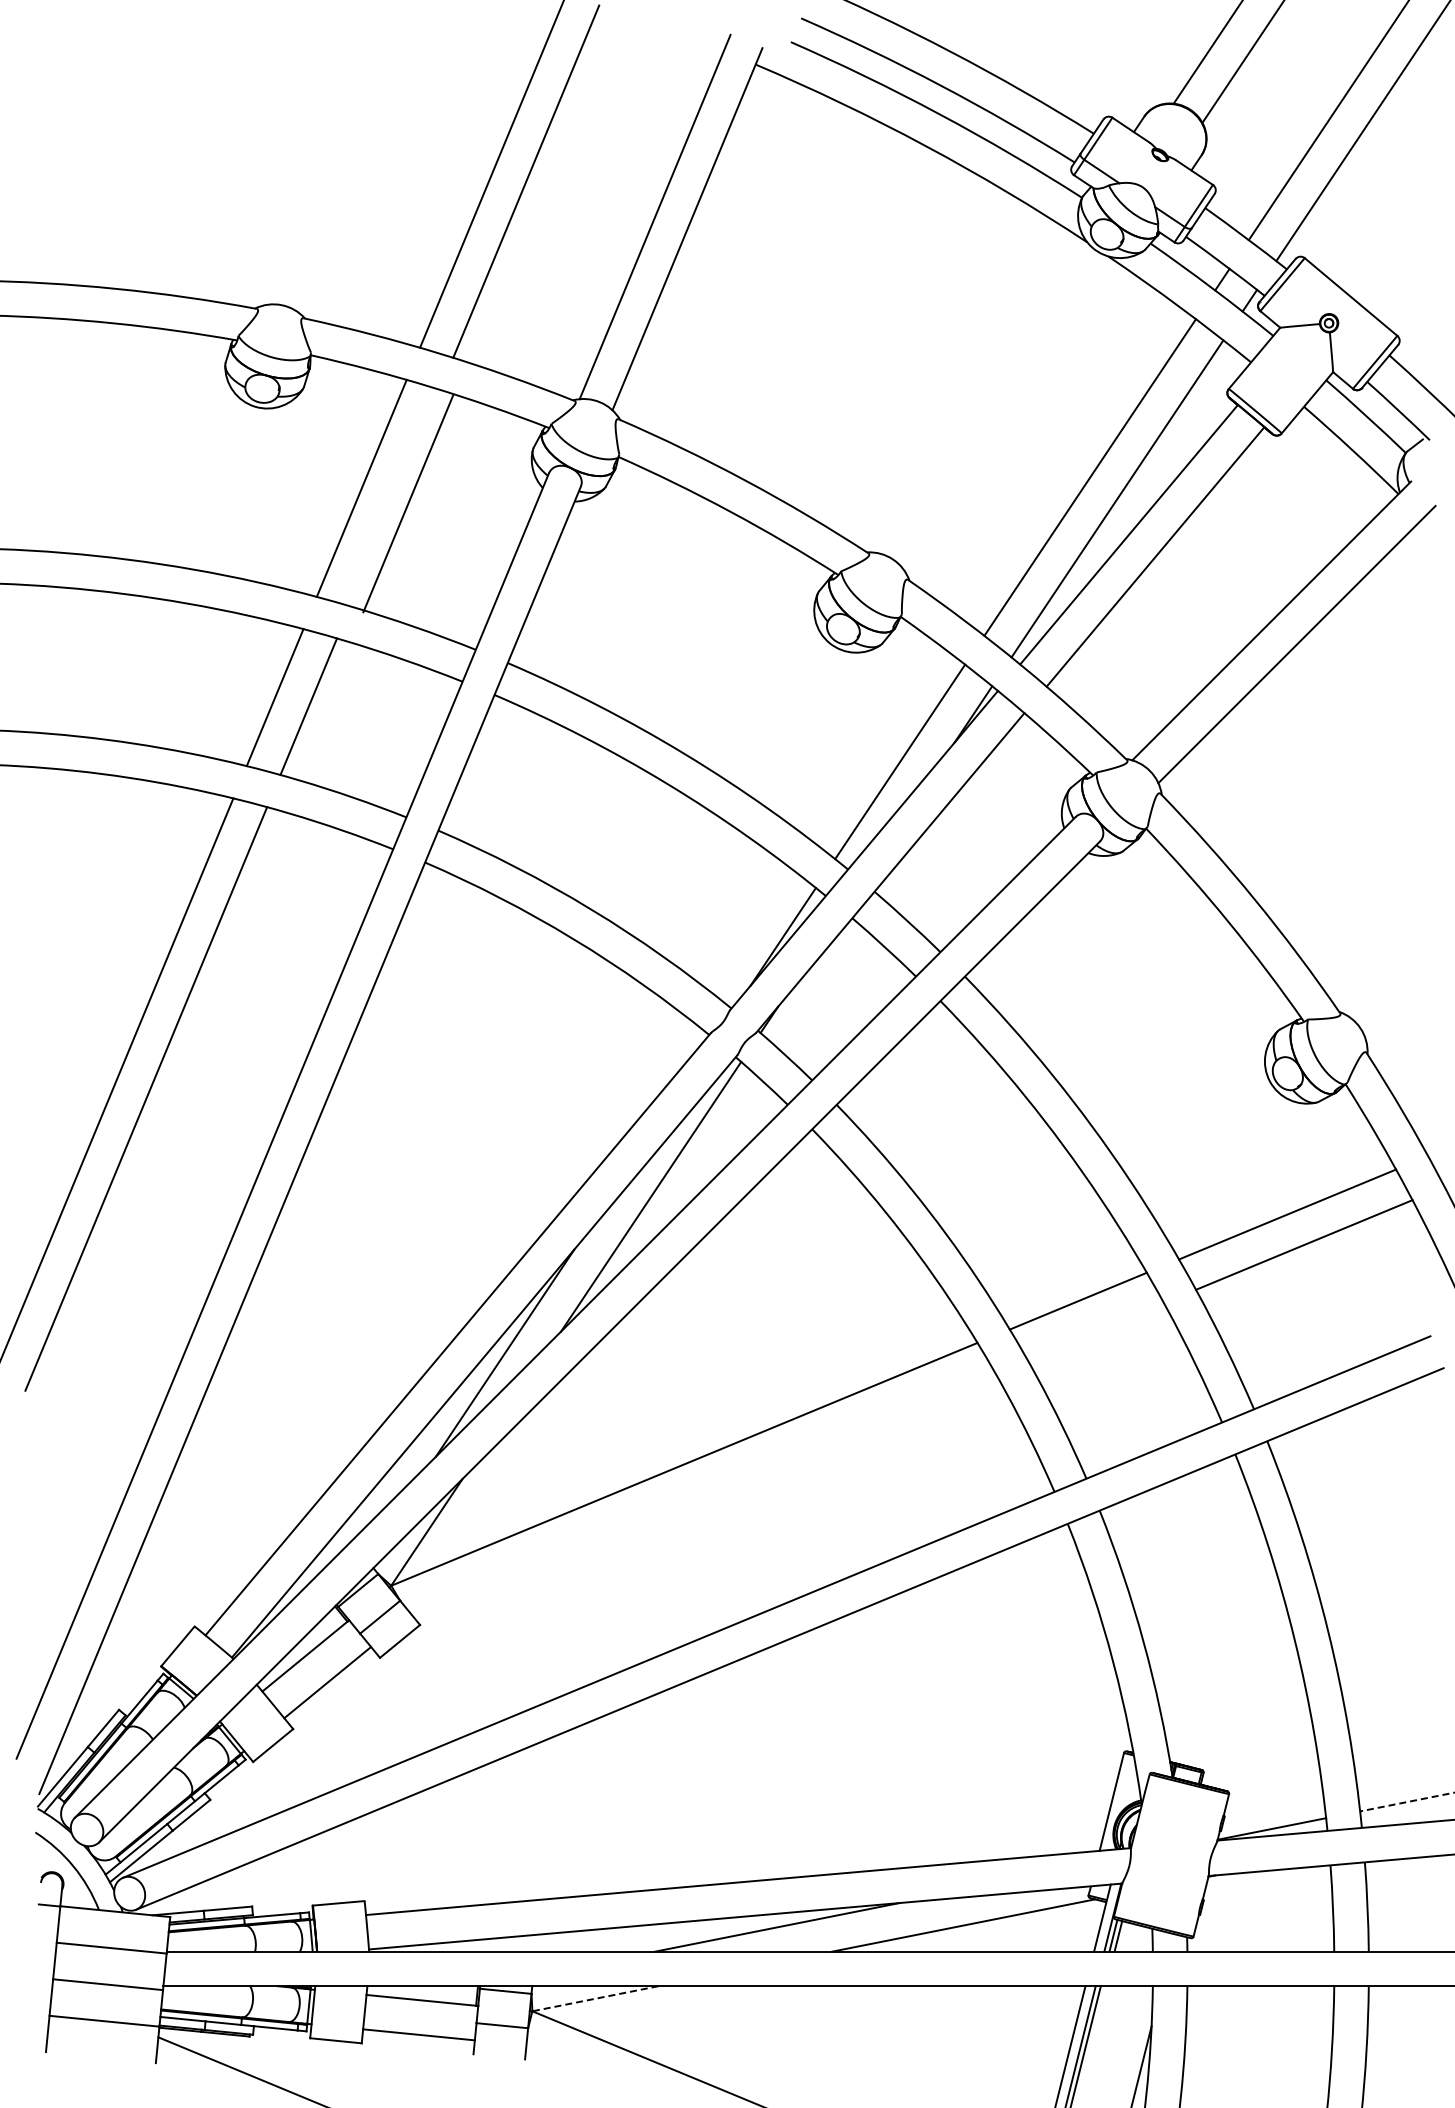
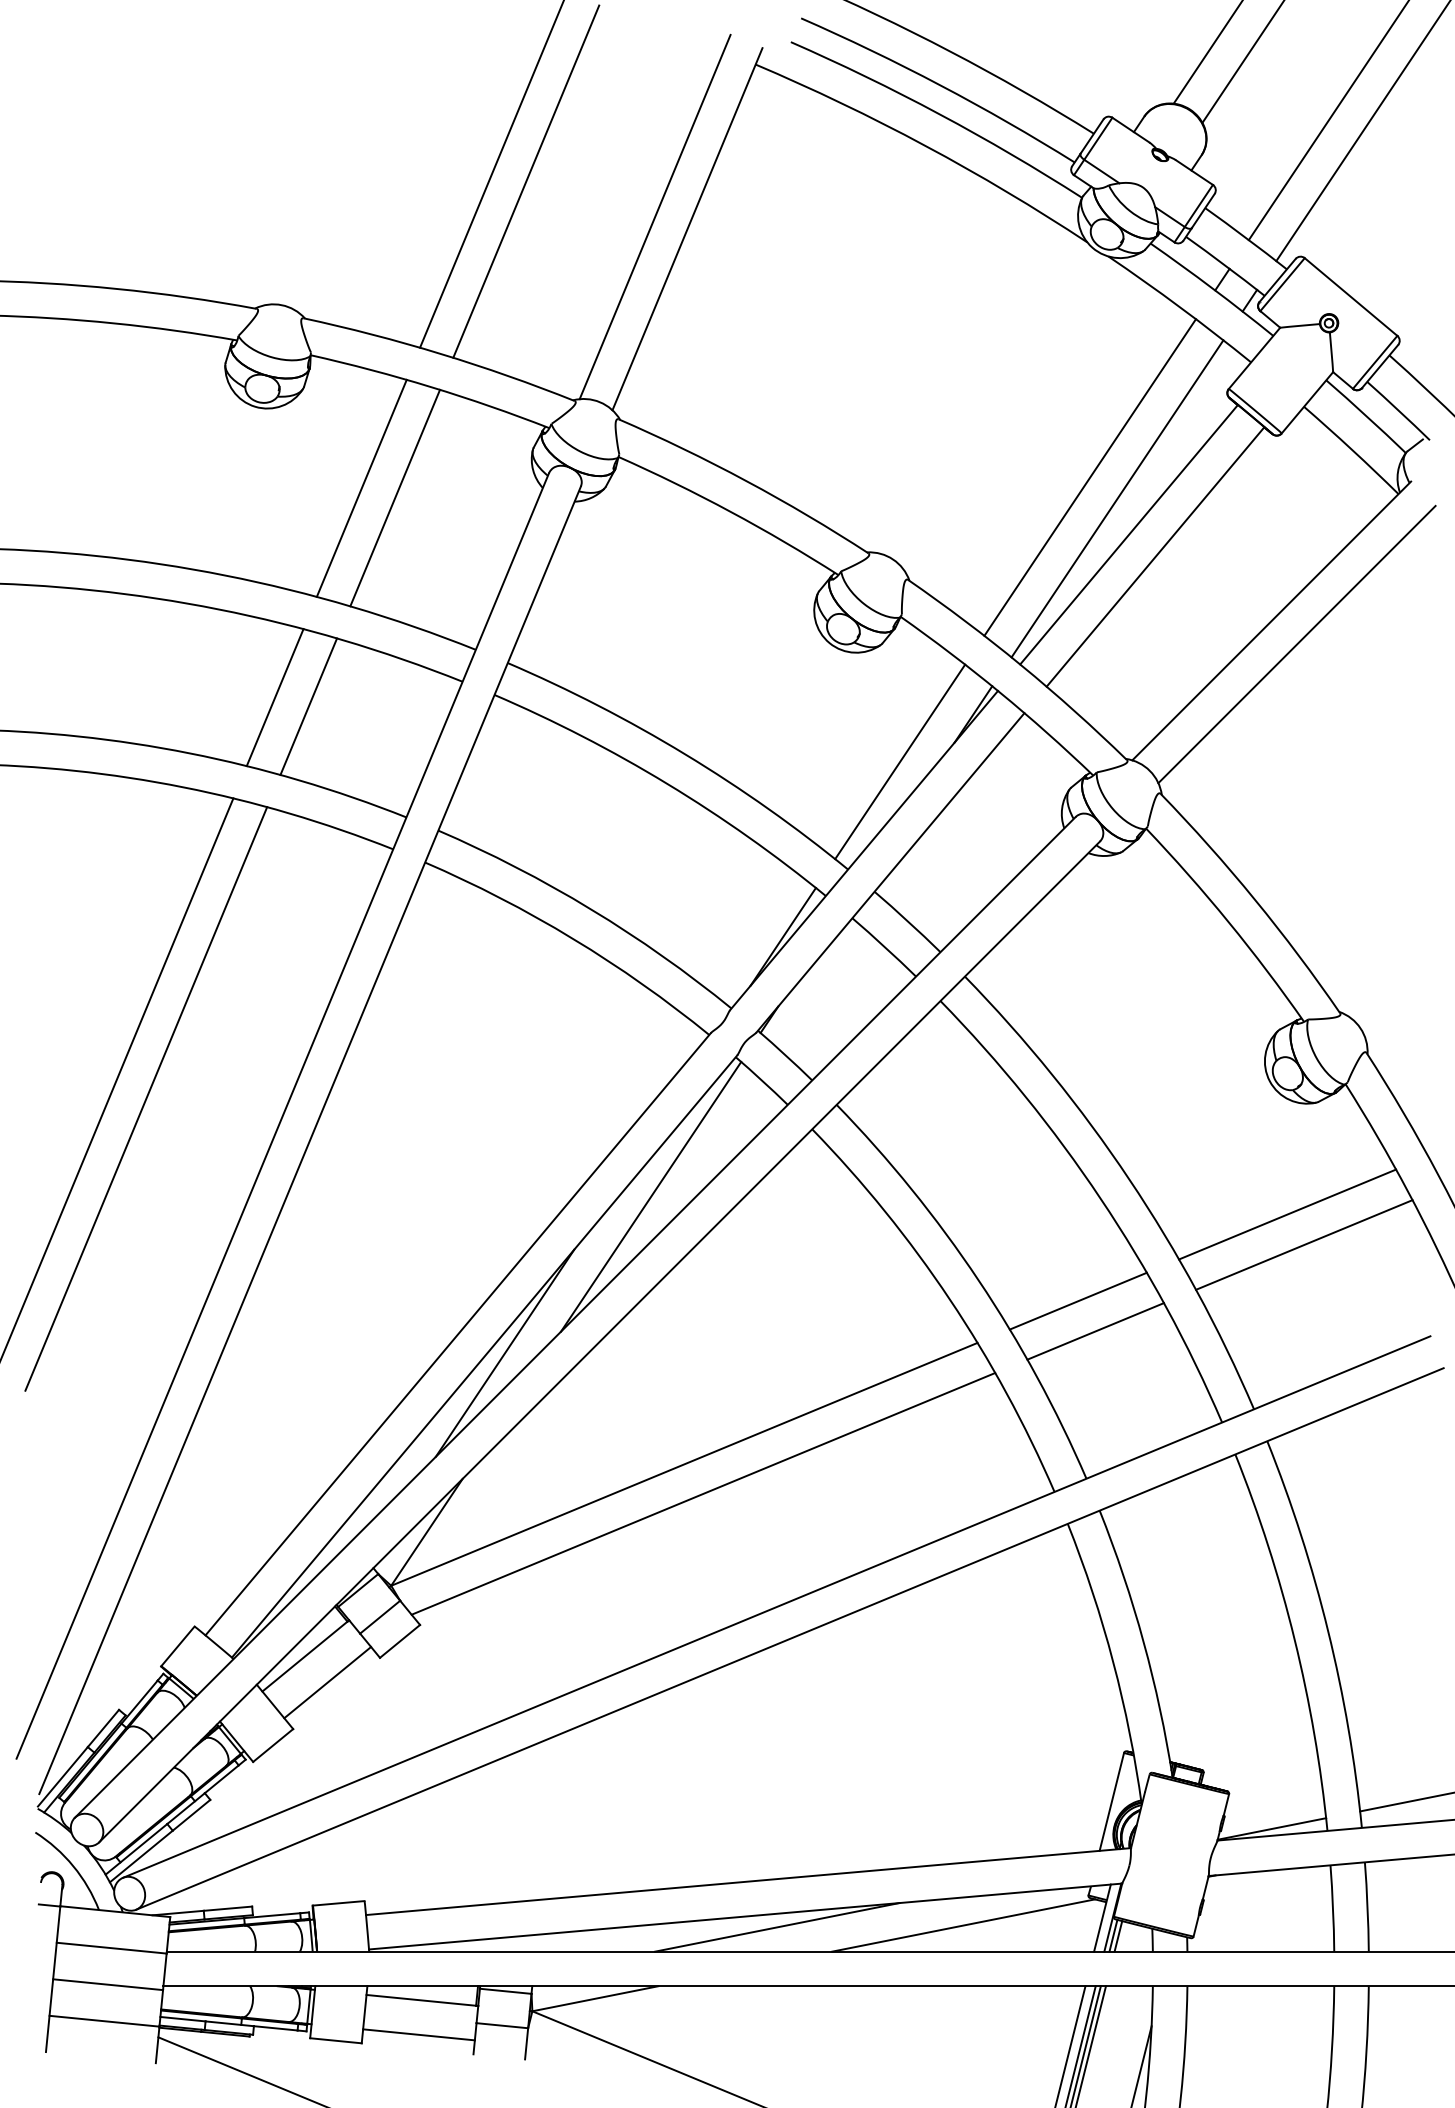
line at (408, 503) position: (408, 503) -> (395, 497)
line at (1095, 1331): none -> present
line at (703, 1493): none -> present
line at (1407, 1802): dashed -> solid
line at (594, 1998): dashed -> solid
line at (1090, 2045): none -> present
